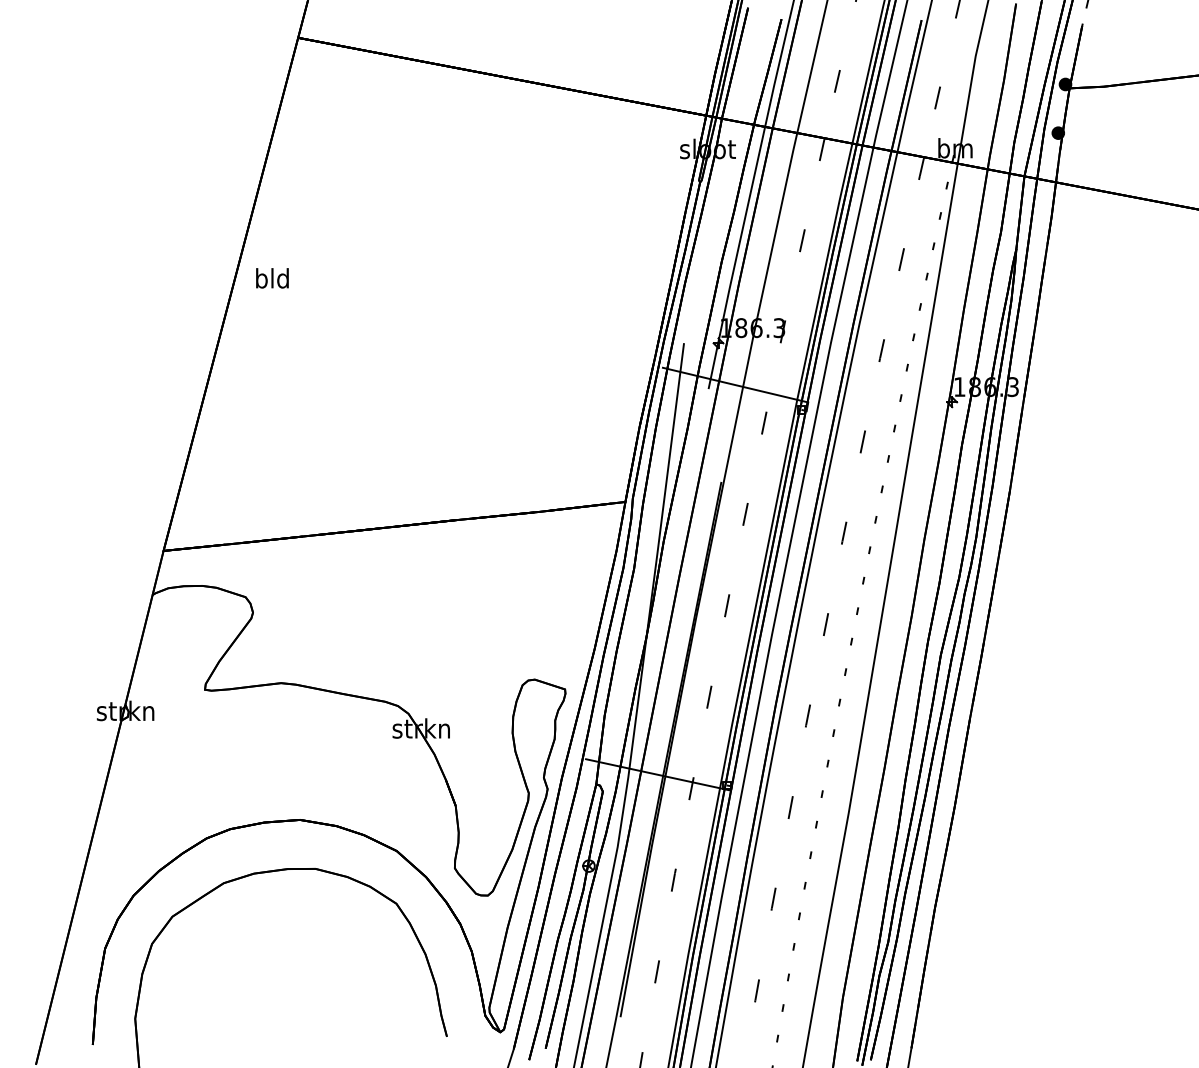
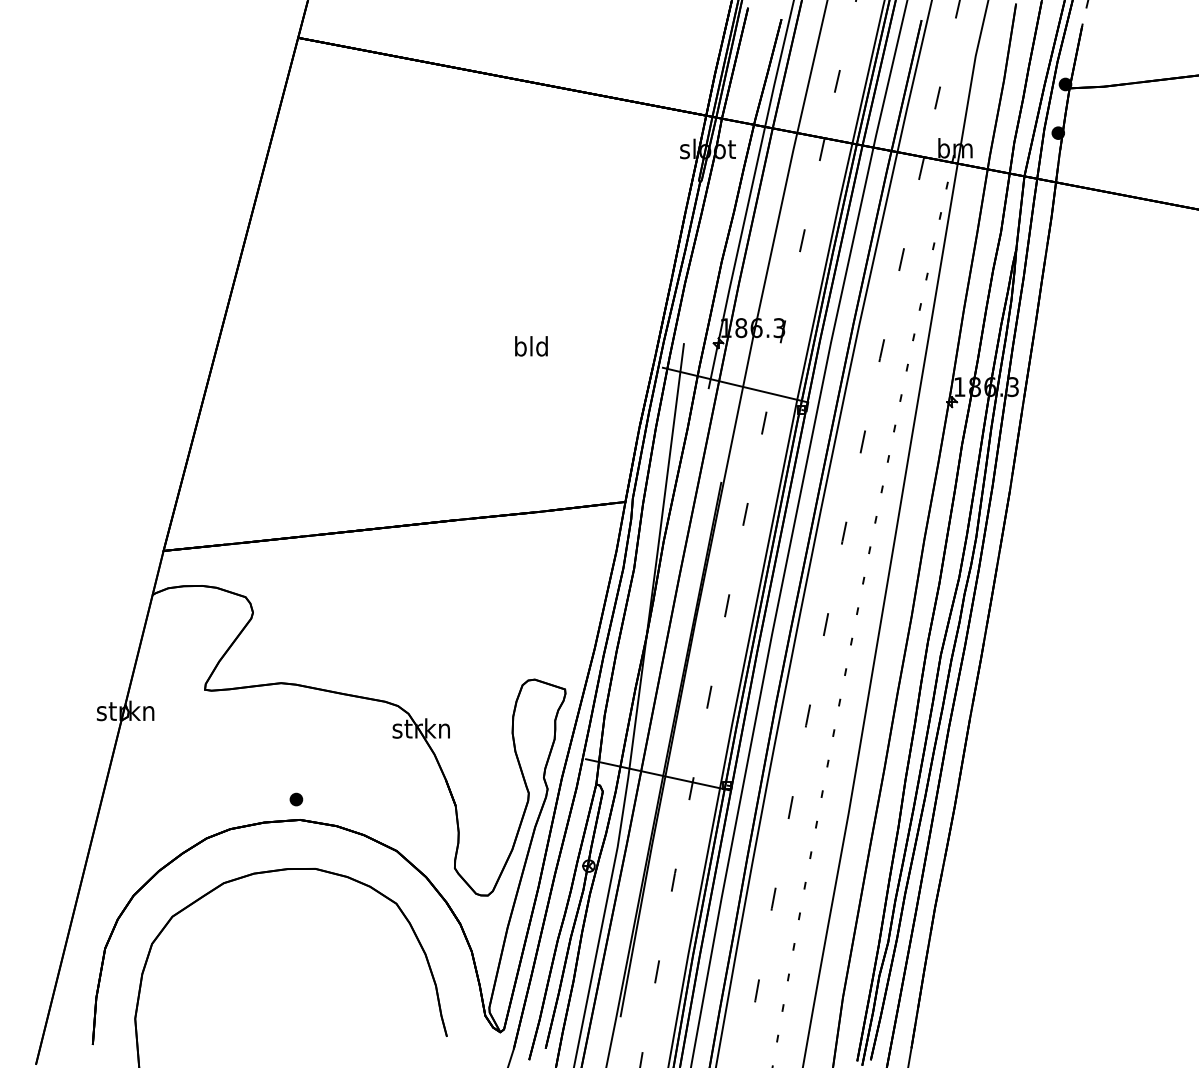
text at (272, 278) position: (272, 278) -> (531, 346)
part at (296, 799): none -> present
